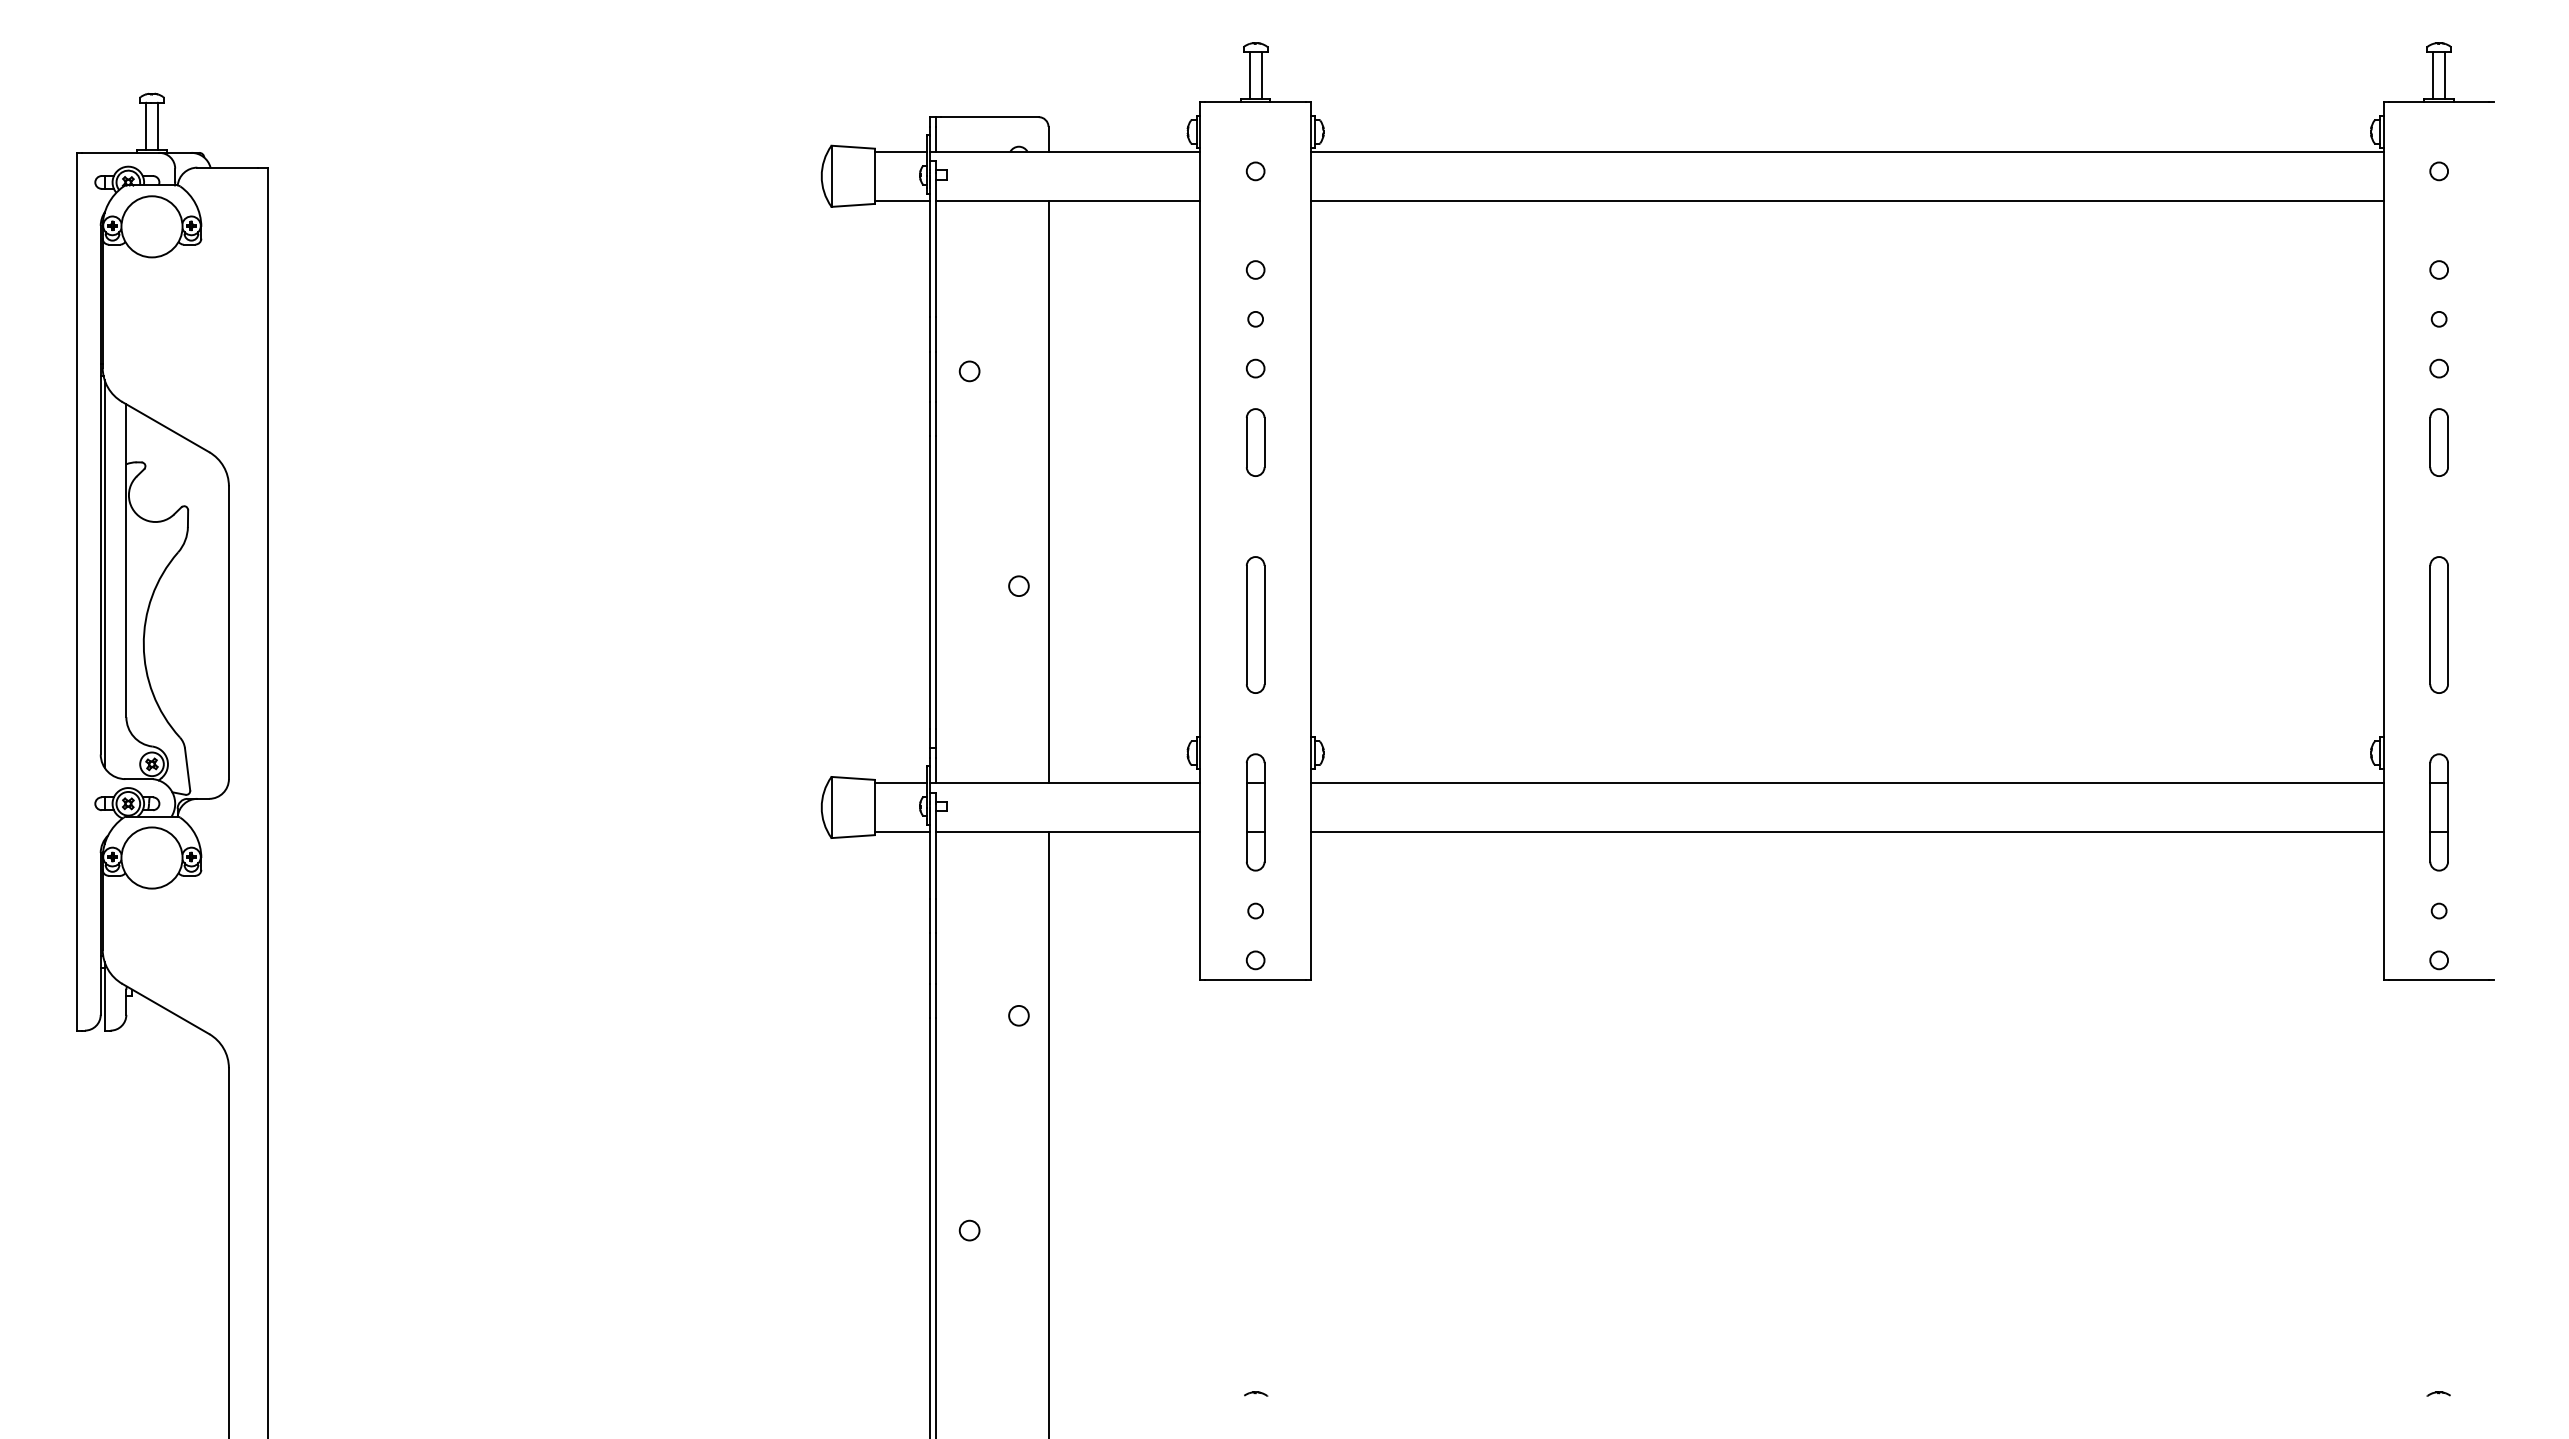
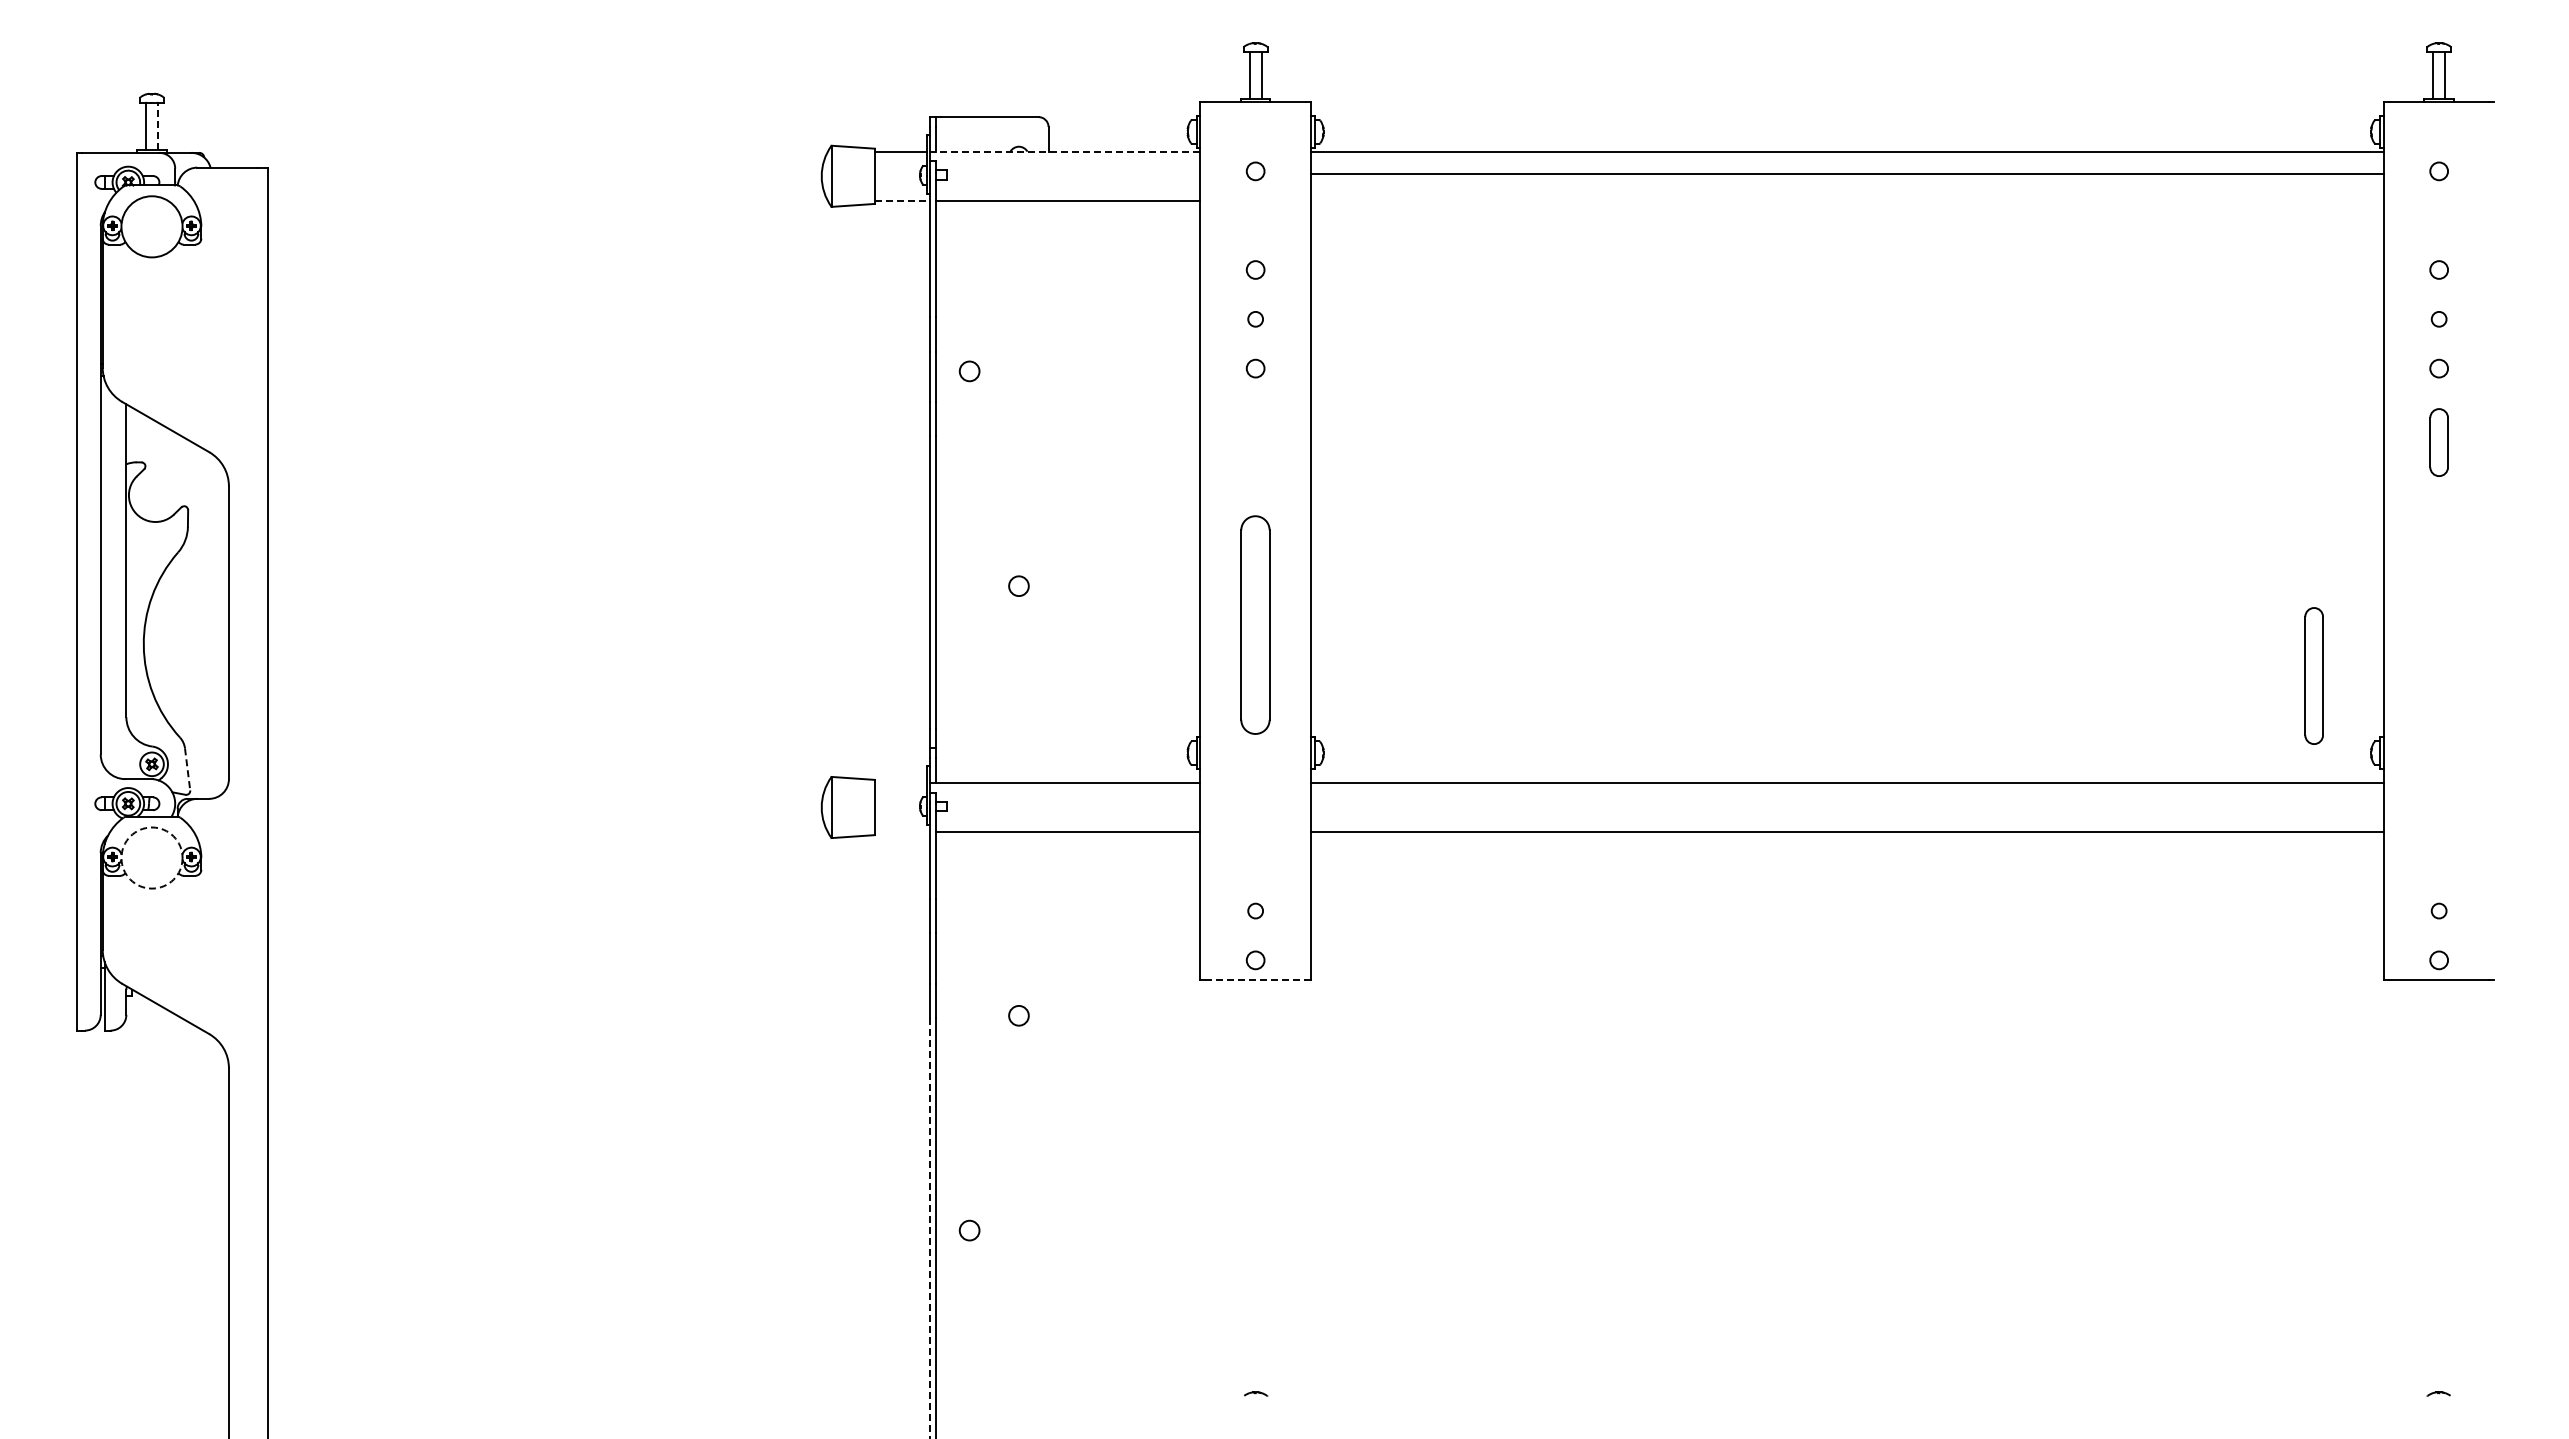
line at (157, 125): solid -> dashed
line at (1064, 151): solid -> dashed
line at (902, 200): solid -> dashed
line at (1846, 200) position: (1846, 200) -> (1846, 173)
part at (1255, 442): present -> none
line at (1048, 491): present -> none
line at (104, 573): present -> none
part at (1255, 624) size: 20x138 px -> 31x220 px
part at (2438, 624) position: (2438, 624) -> (2313, 675)
line at (187, 769): solid -> dashed
line at (900, 782): present -> none
part at (1255, 812): present -> none
part at (2438, 812): present -> none
line at (902, 832): present -> none
circle at (151, 857): solid -> dashed
line at (1256, 980): solid -> dashed
line at (1048, 1133): present -> none
line at (930, 1228): solid -> dashed
